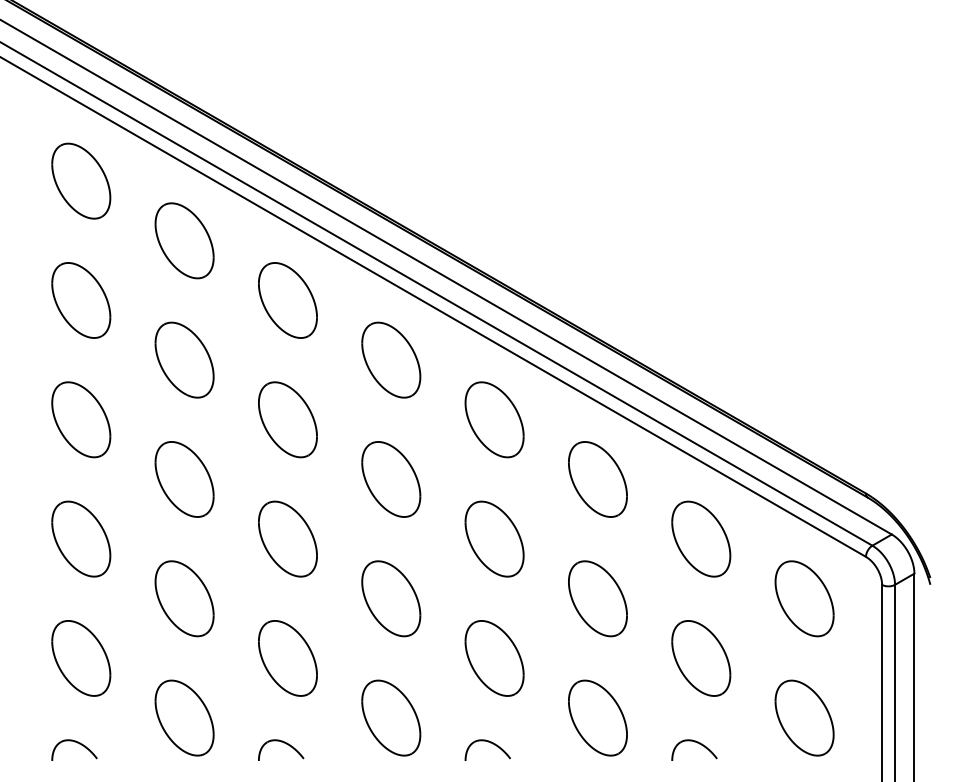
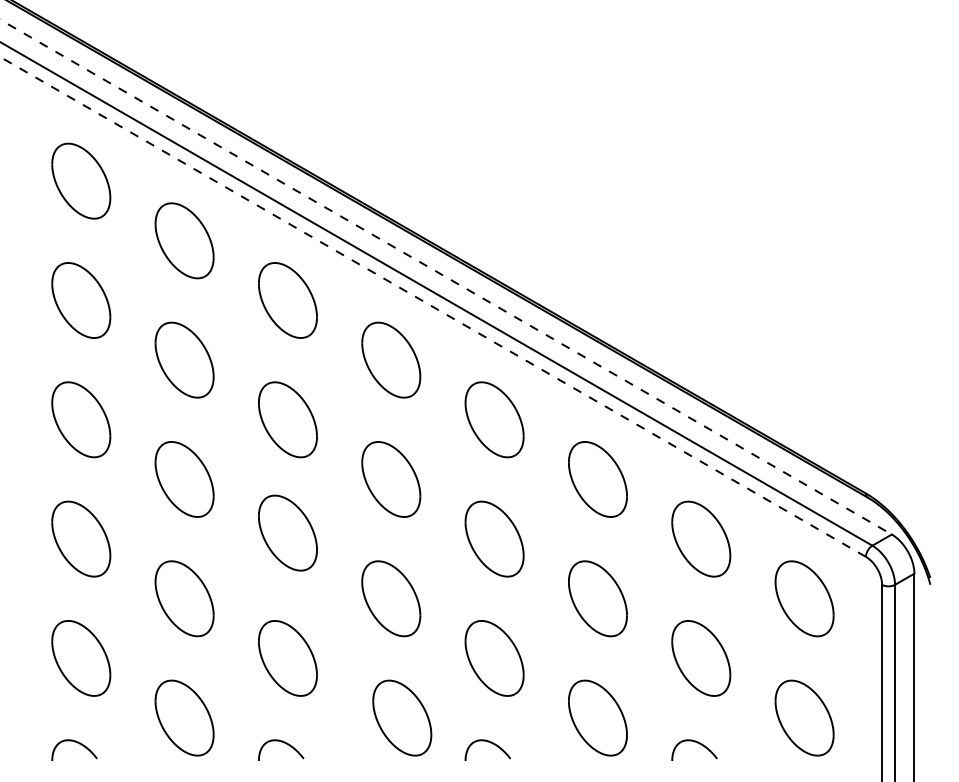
line at (446, 277): solid -> dashed
line at (433, 306): solid -> dashed
part at (287, 538) position: (287, 538) -> (287, 532)
part at (391, 717) position: (391, 717) -> (402, 717)
